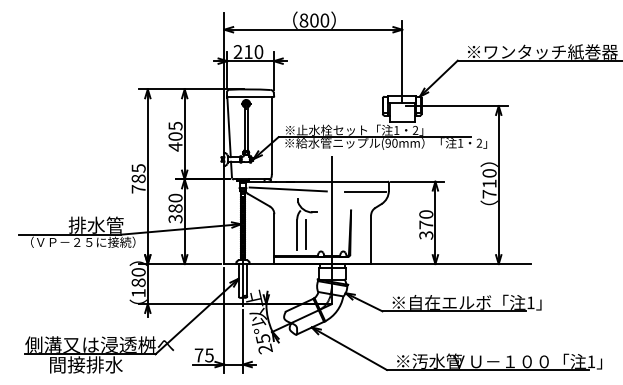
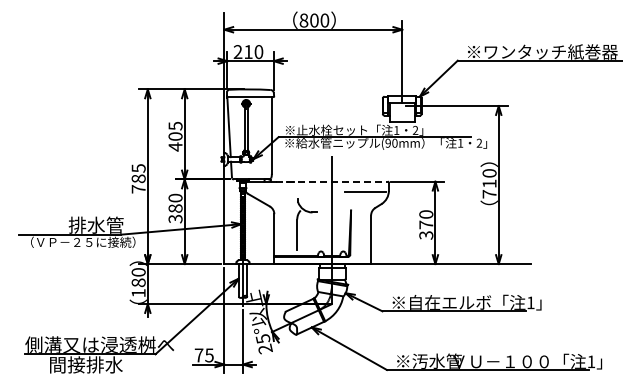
line at (332, 181): solid -> dashed
line at (287, 189): present -> none
line at (306, 234): present -> none
